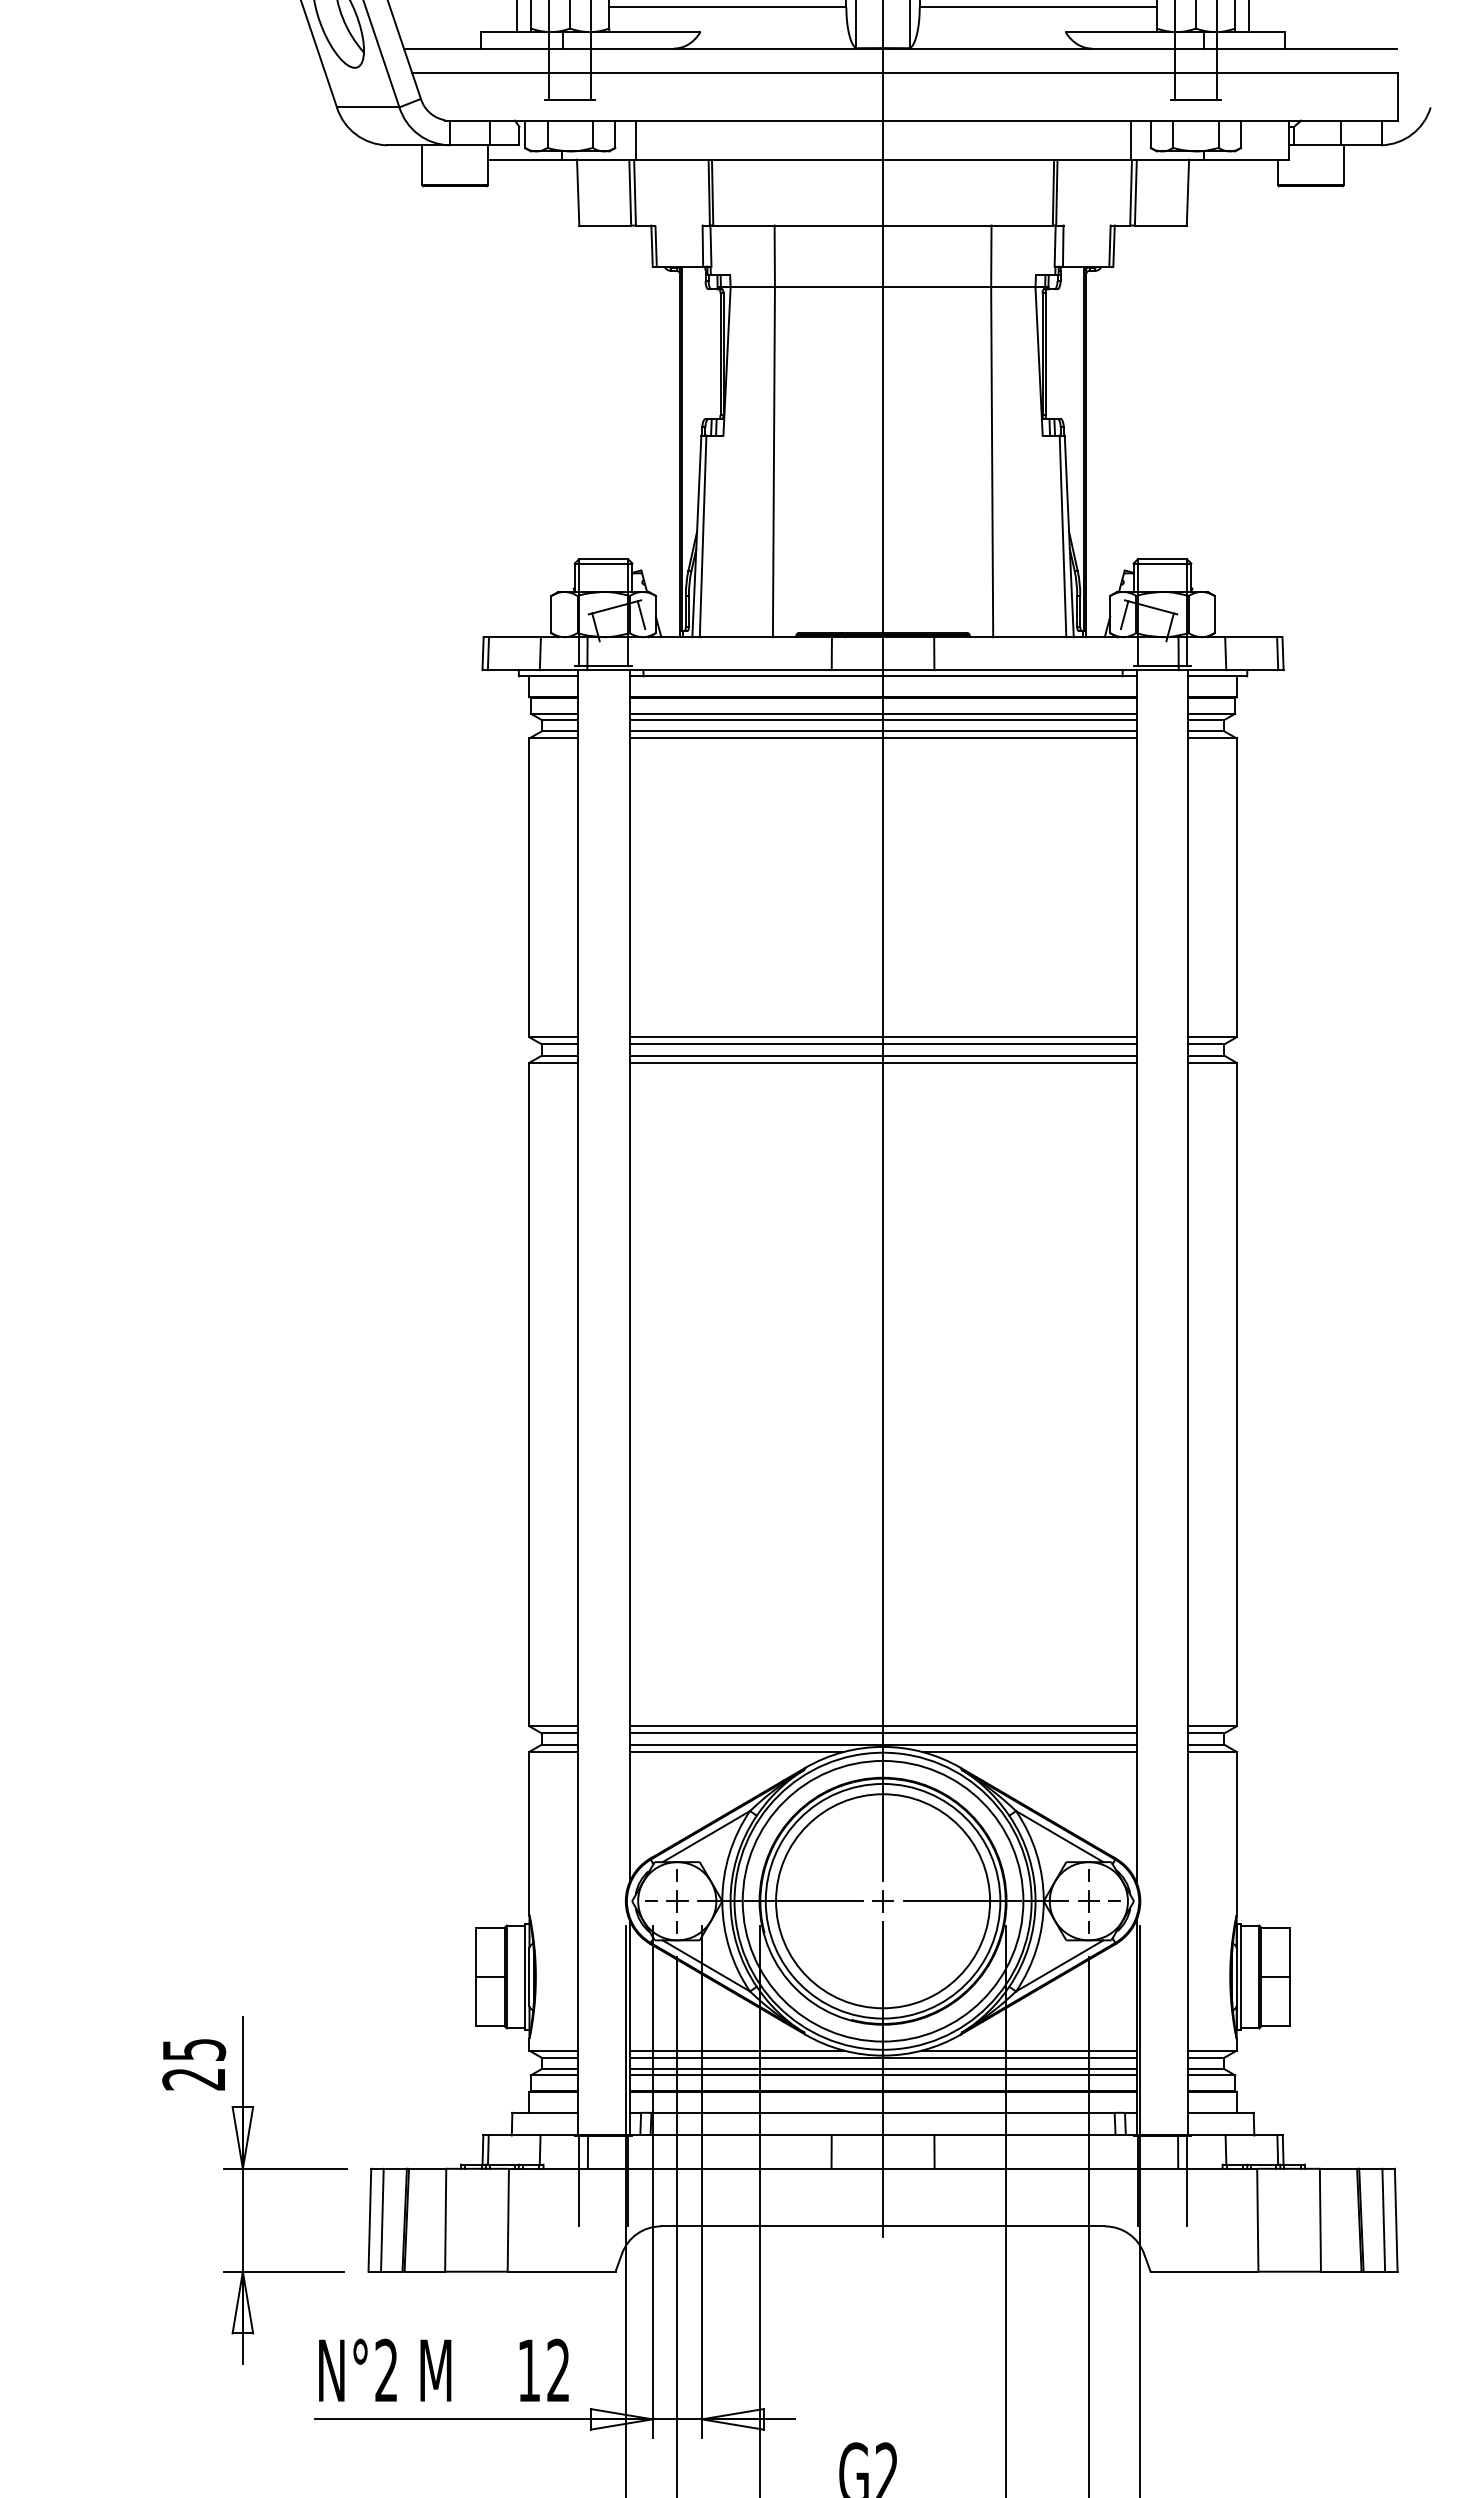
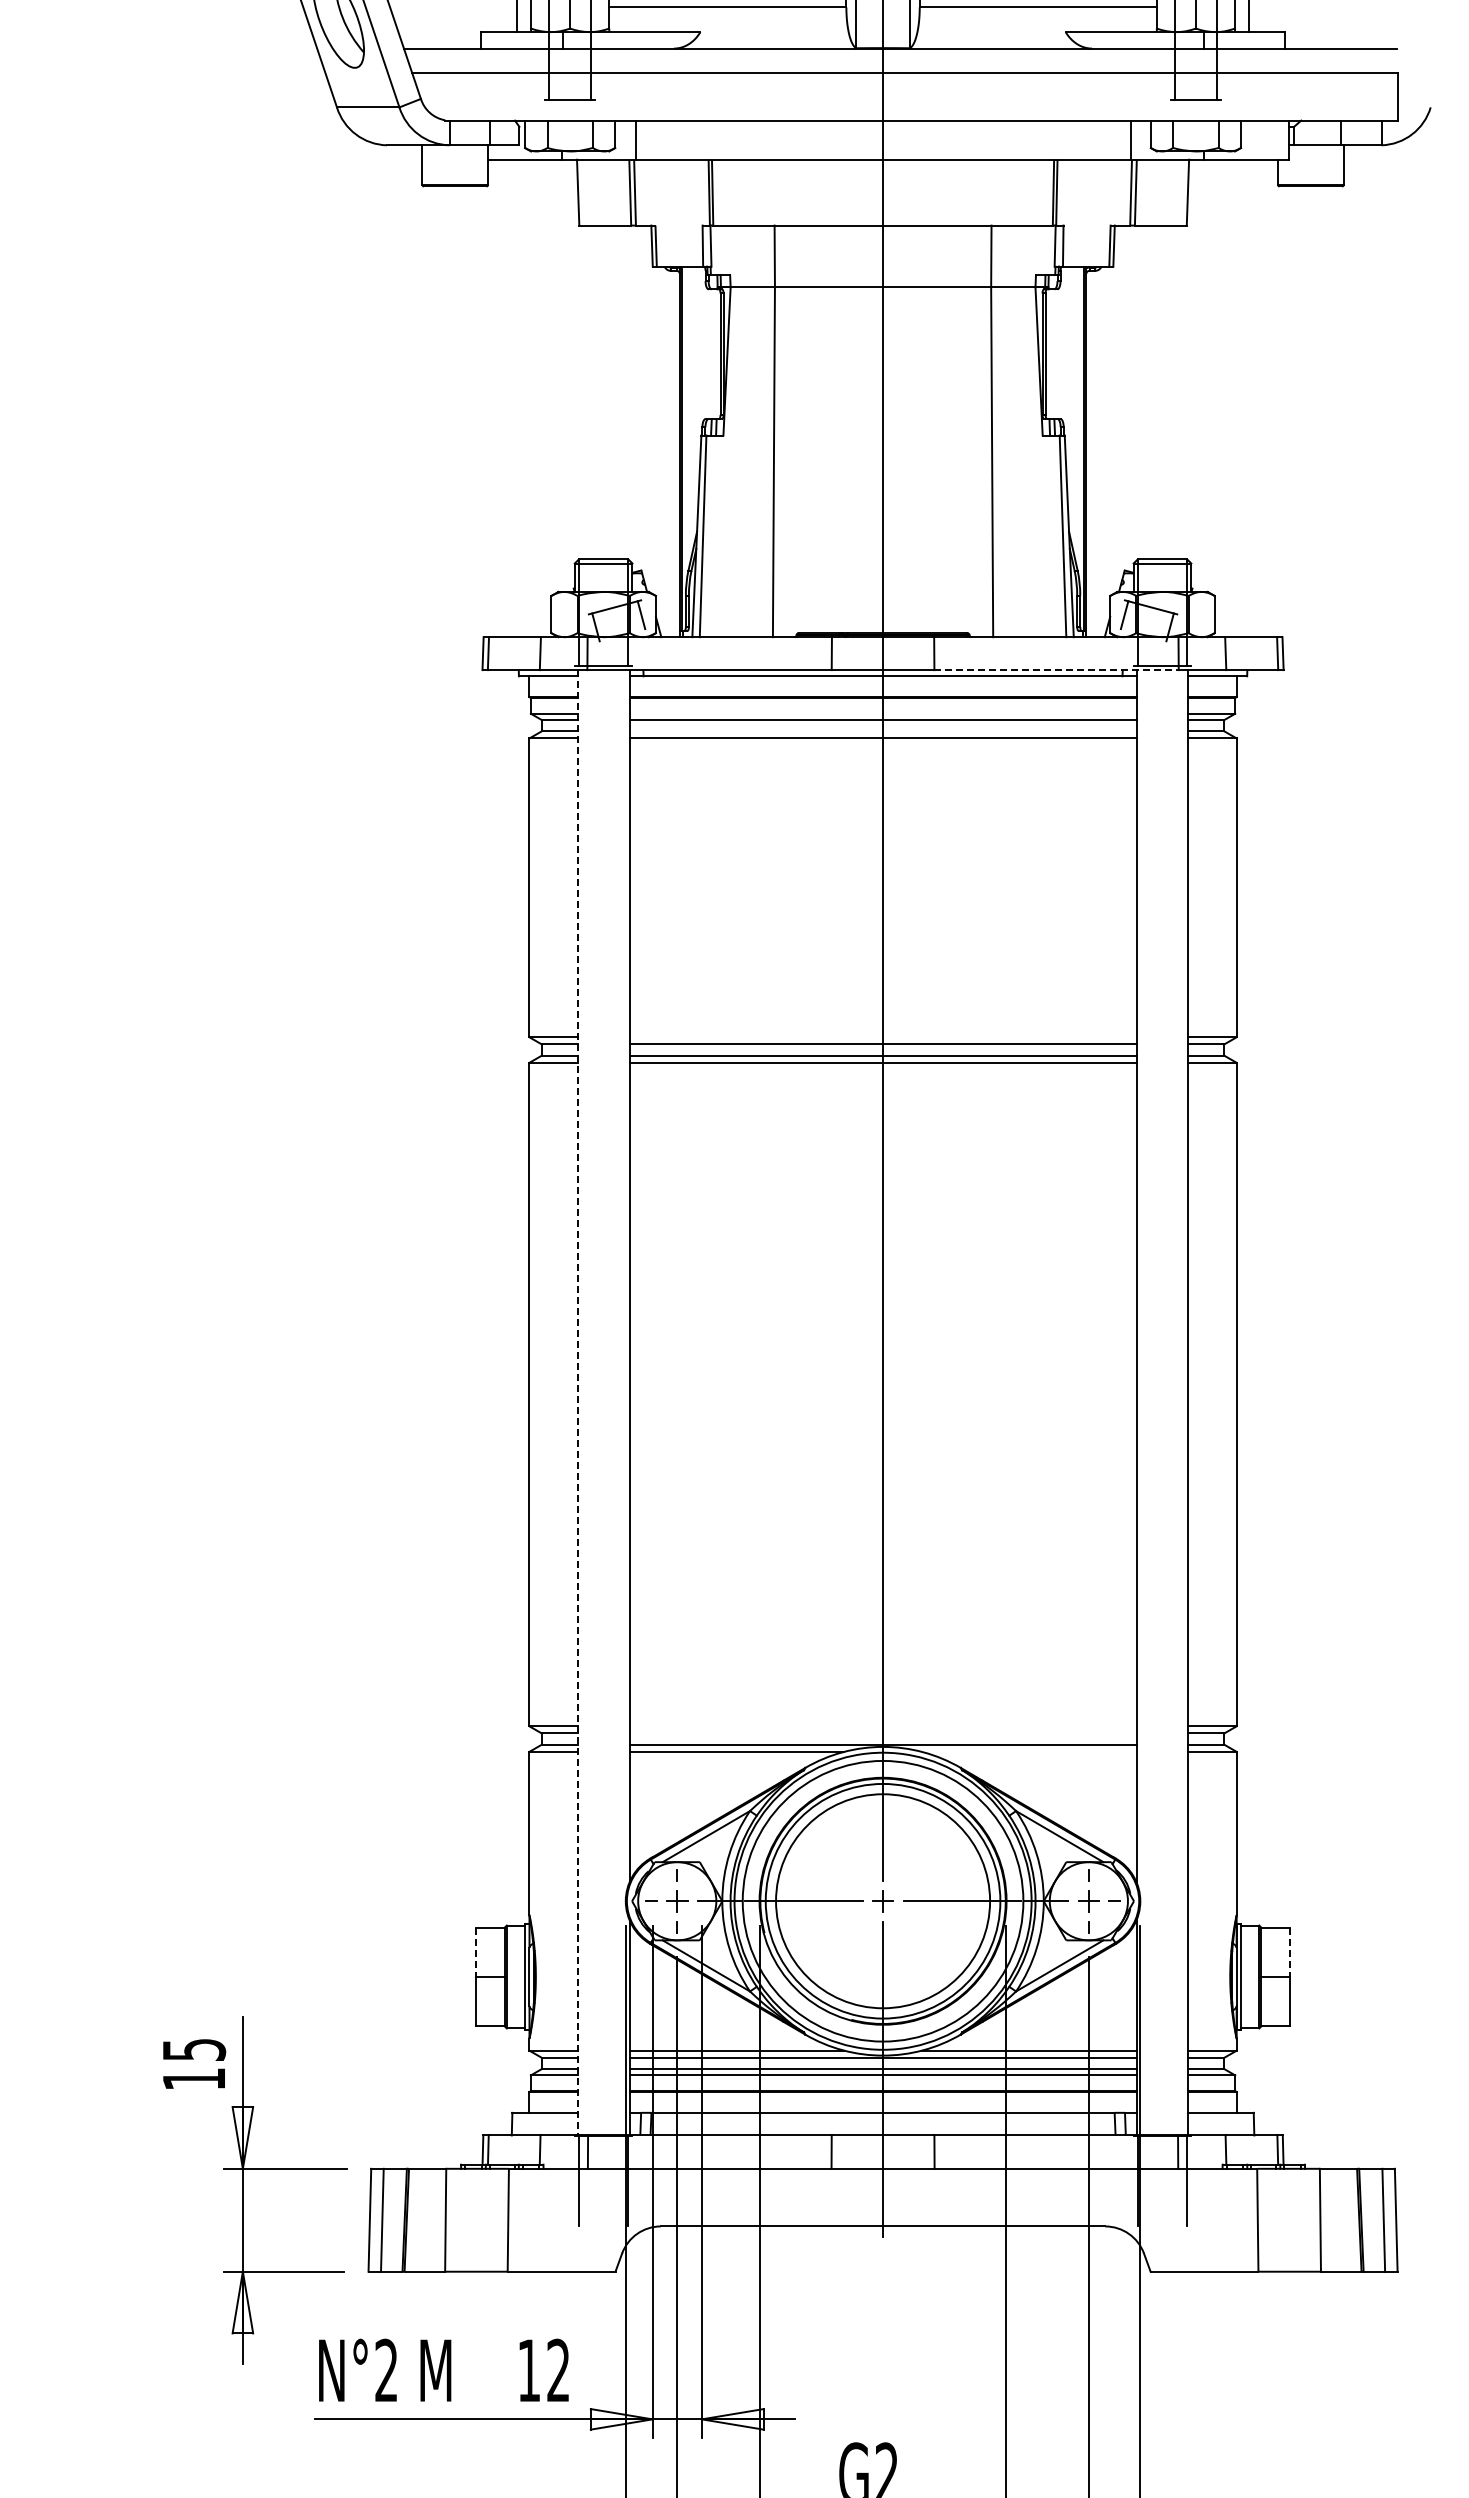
line at (1057, 670): solid -> dashed
line at (882, 713): present -> none
line at (882, 731): present -> none
line at (882, 1037): present -> none
line at (577, 1402): solid -> dashed
line at (882, 1726): present -> none
line at (882, 1733): present -> none
line at (1028, 1751): present -> none
line at (475, 1952): solid -> dashed
line at (1290, 1952): solid -> dashed
text at (193, 2079): 25 -> 15
